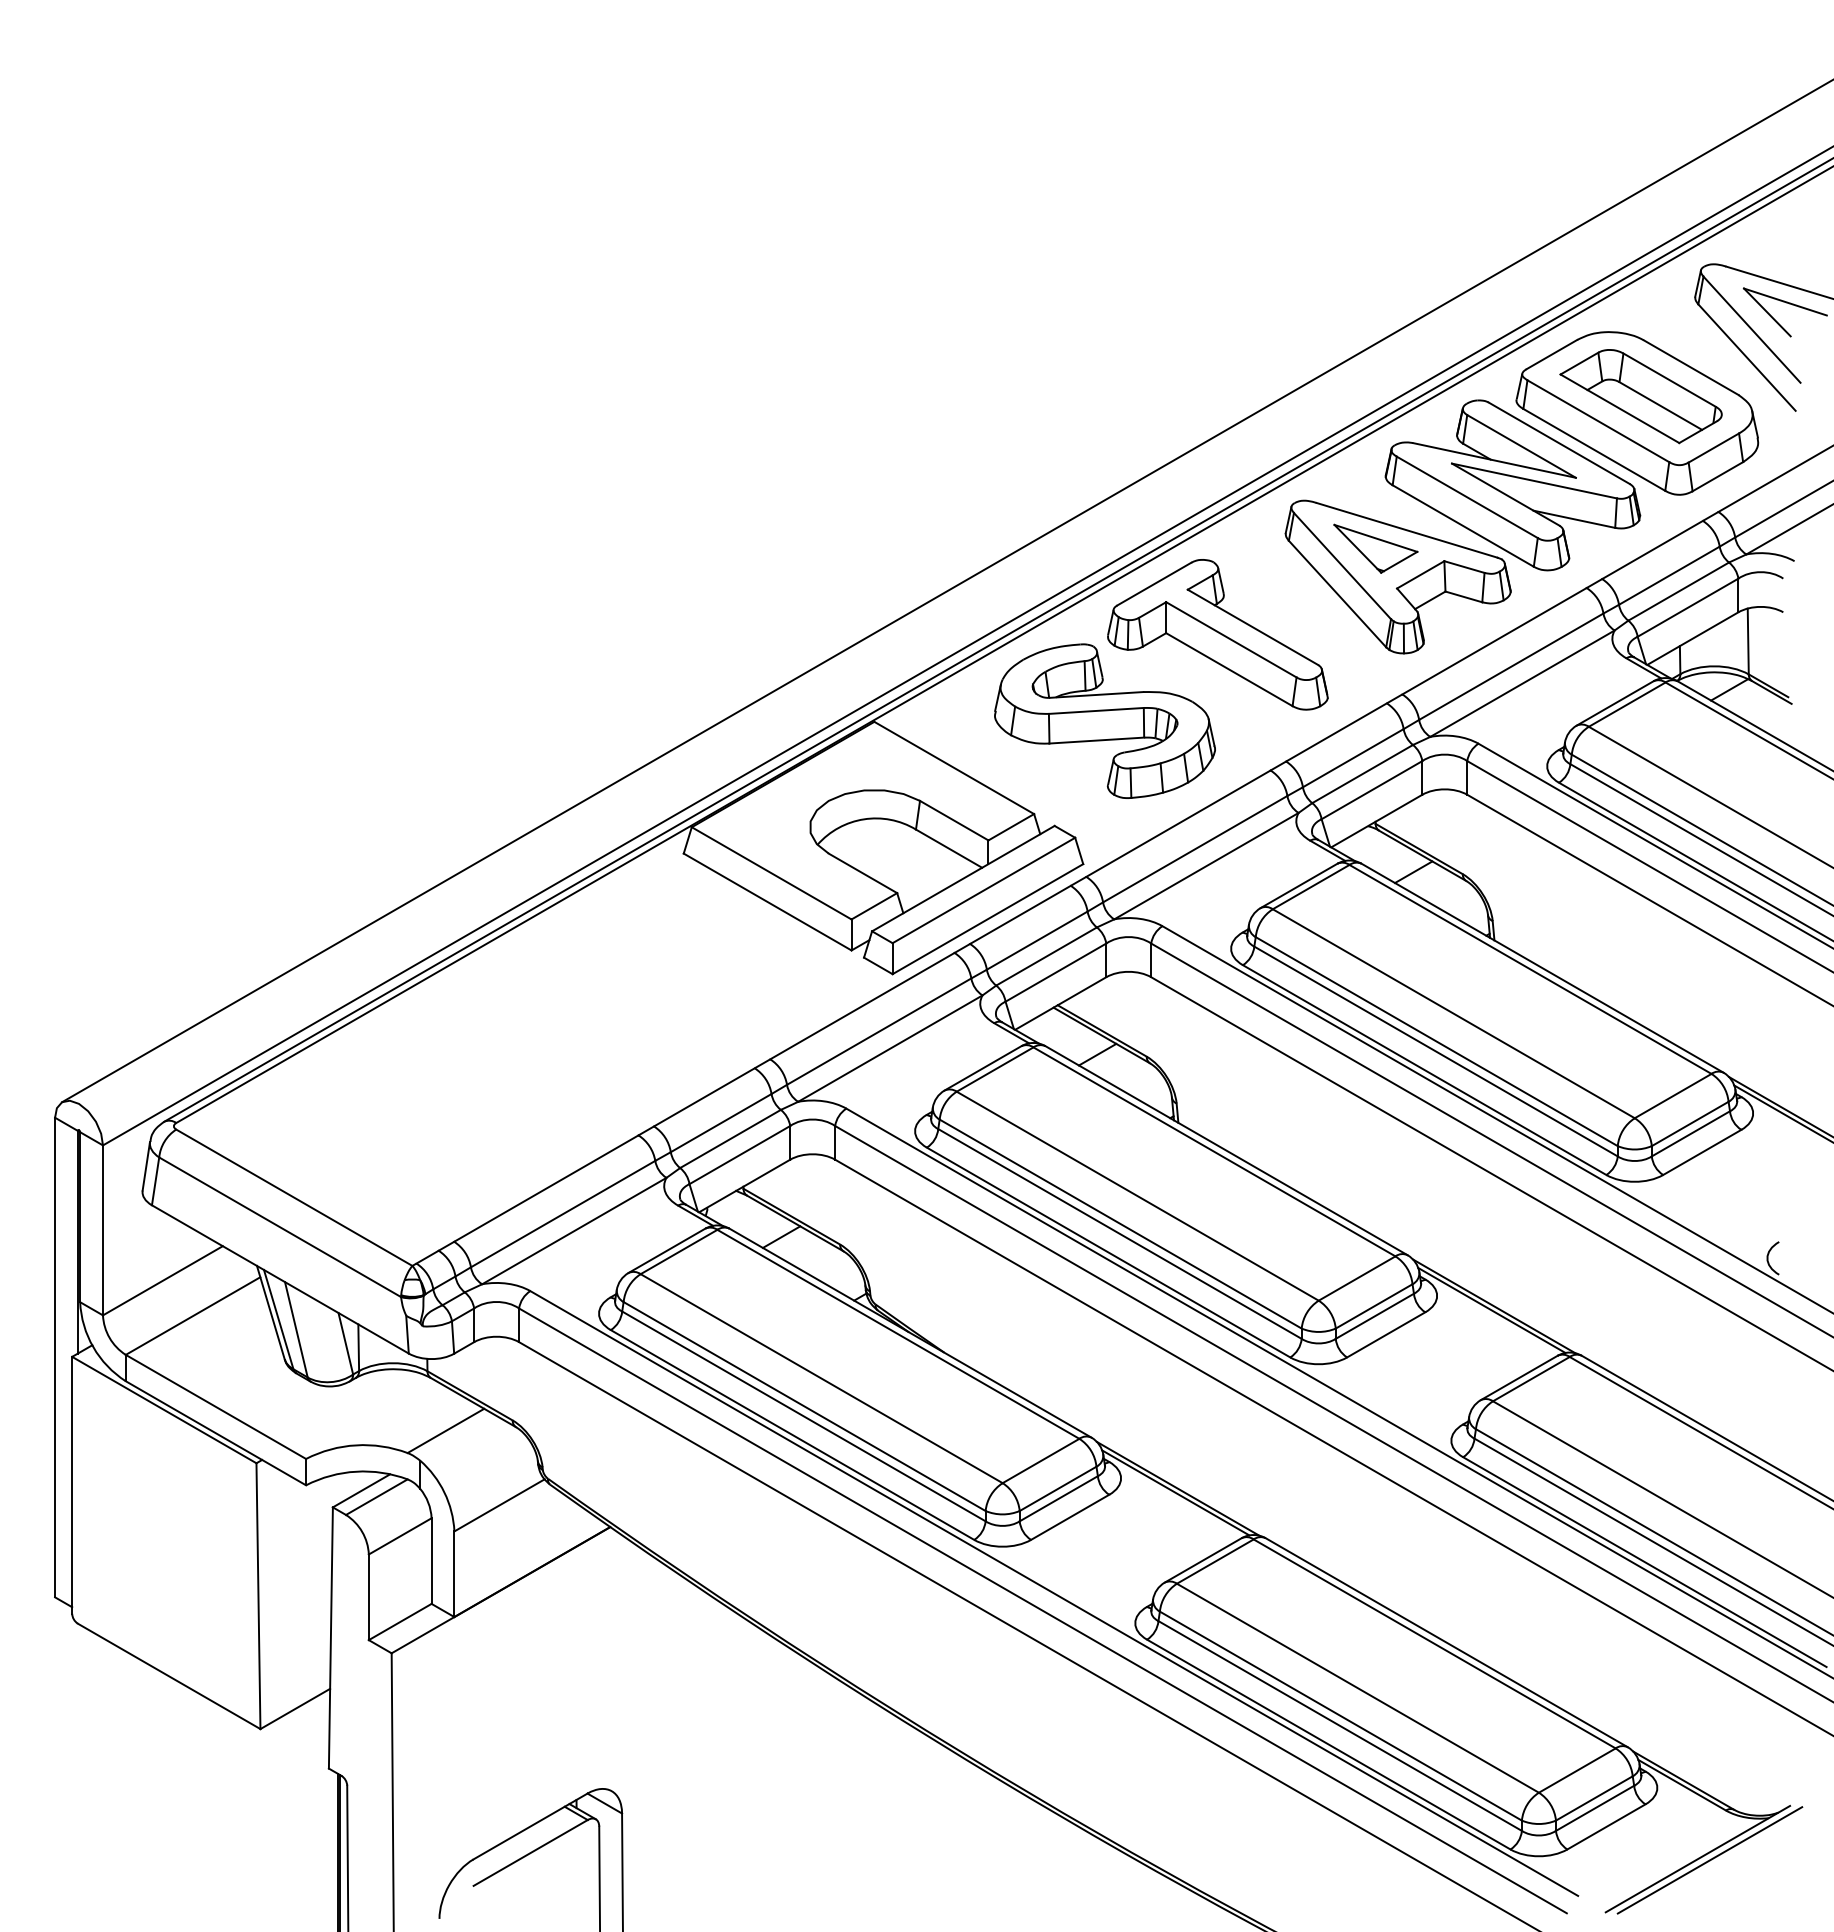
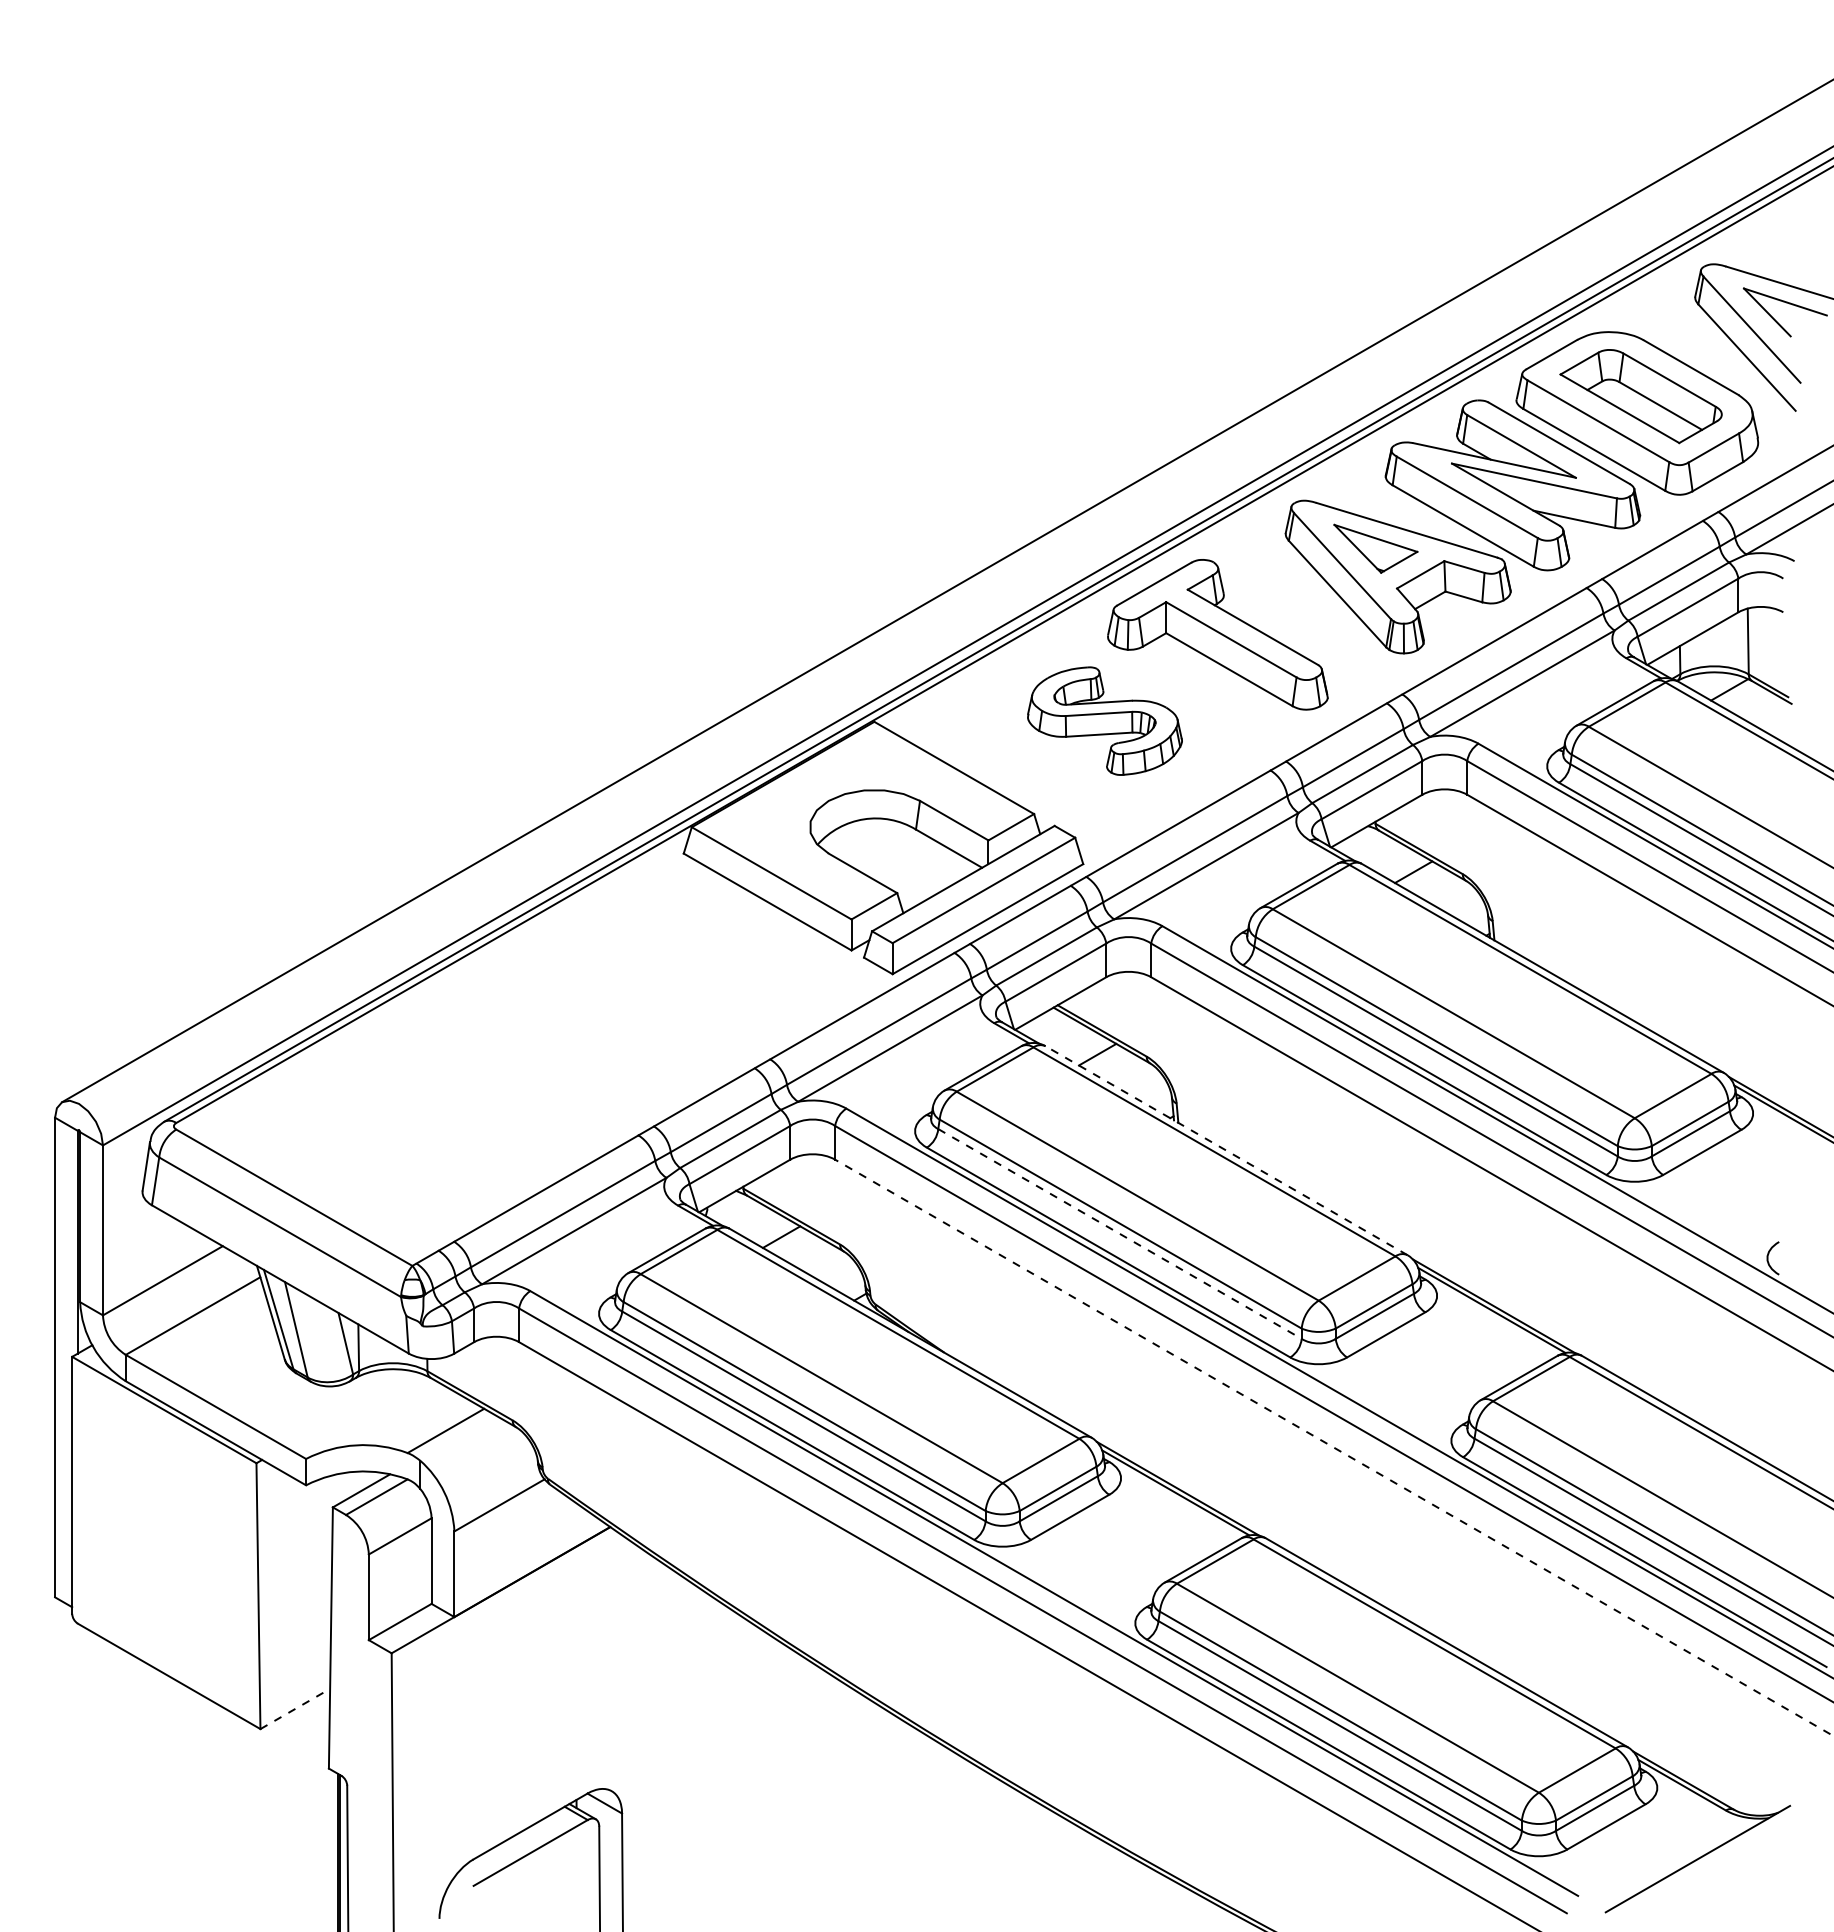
part at (1104, 720) size: 222x156 px -> 156x110 px
line at (1226, 1150): solid -> dashed
line at (1119, 1233): solid -> dashed
line at (1333, 1447): solid -> dashed
line at (295, 1708): solid -> dashed
line at (1709, 1860): present -> none
